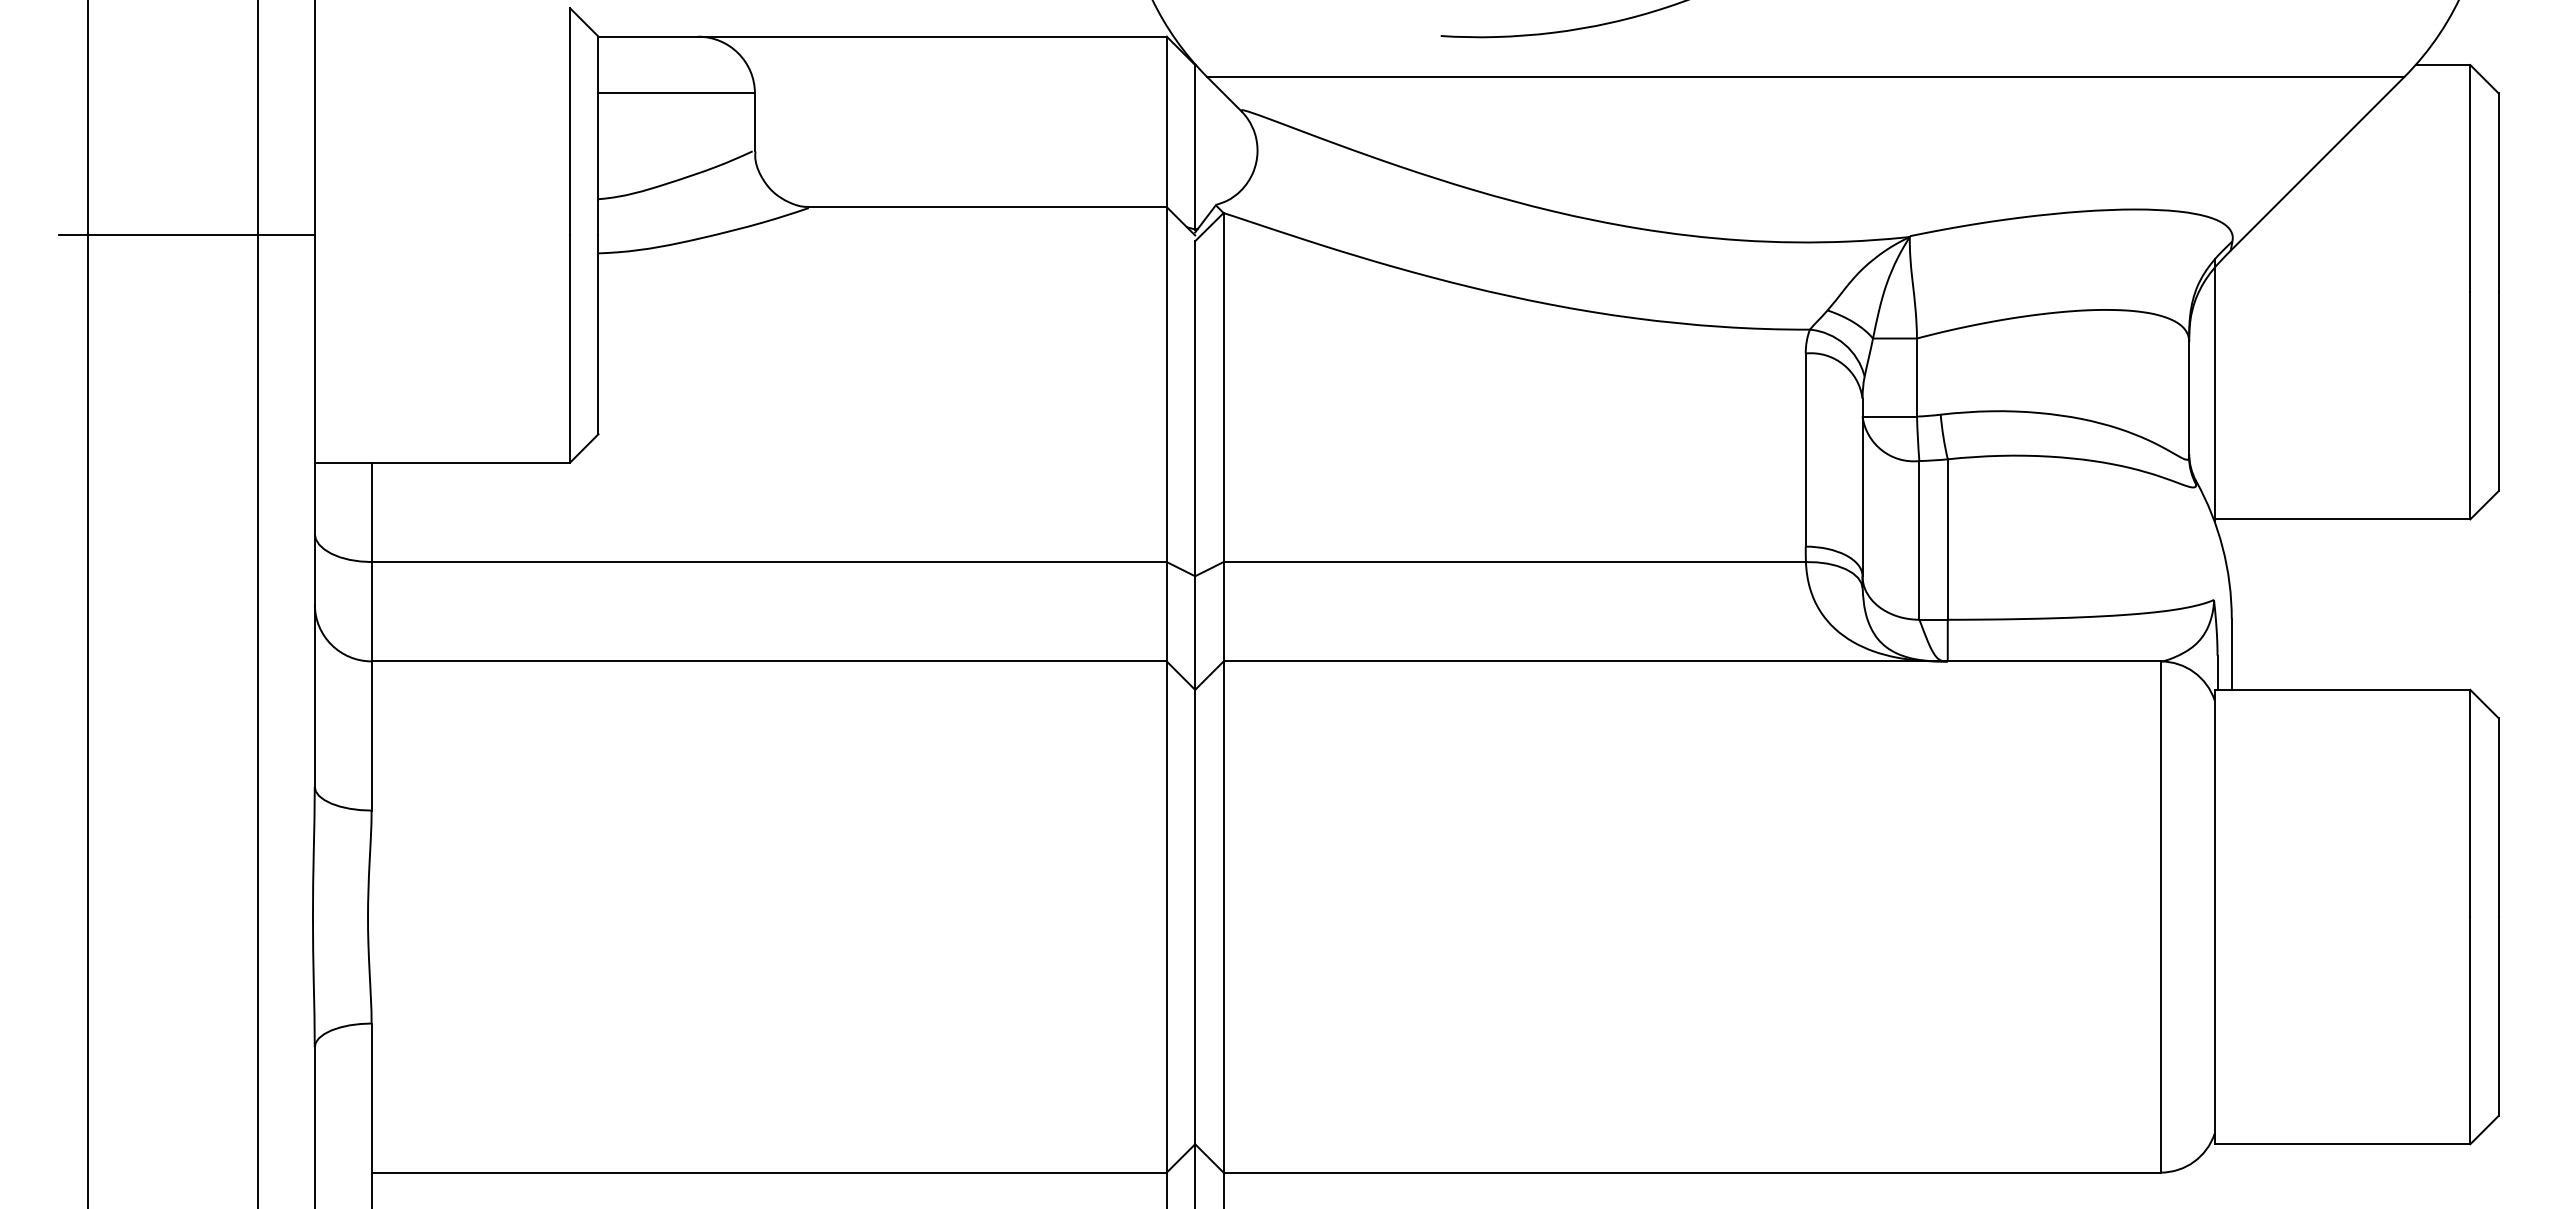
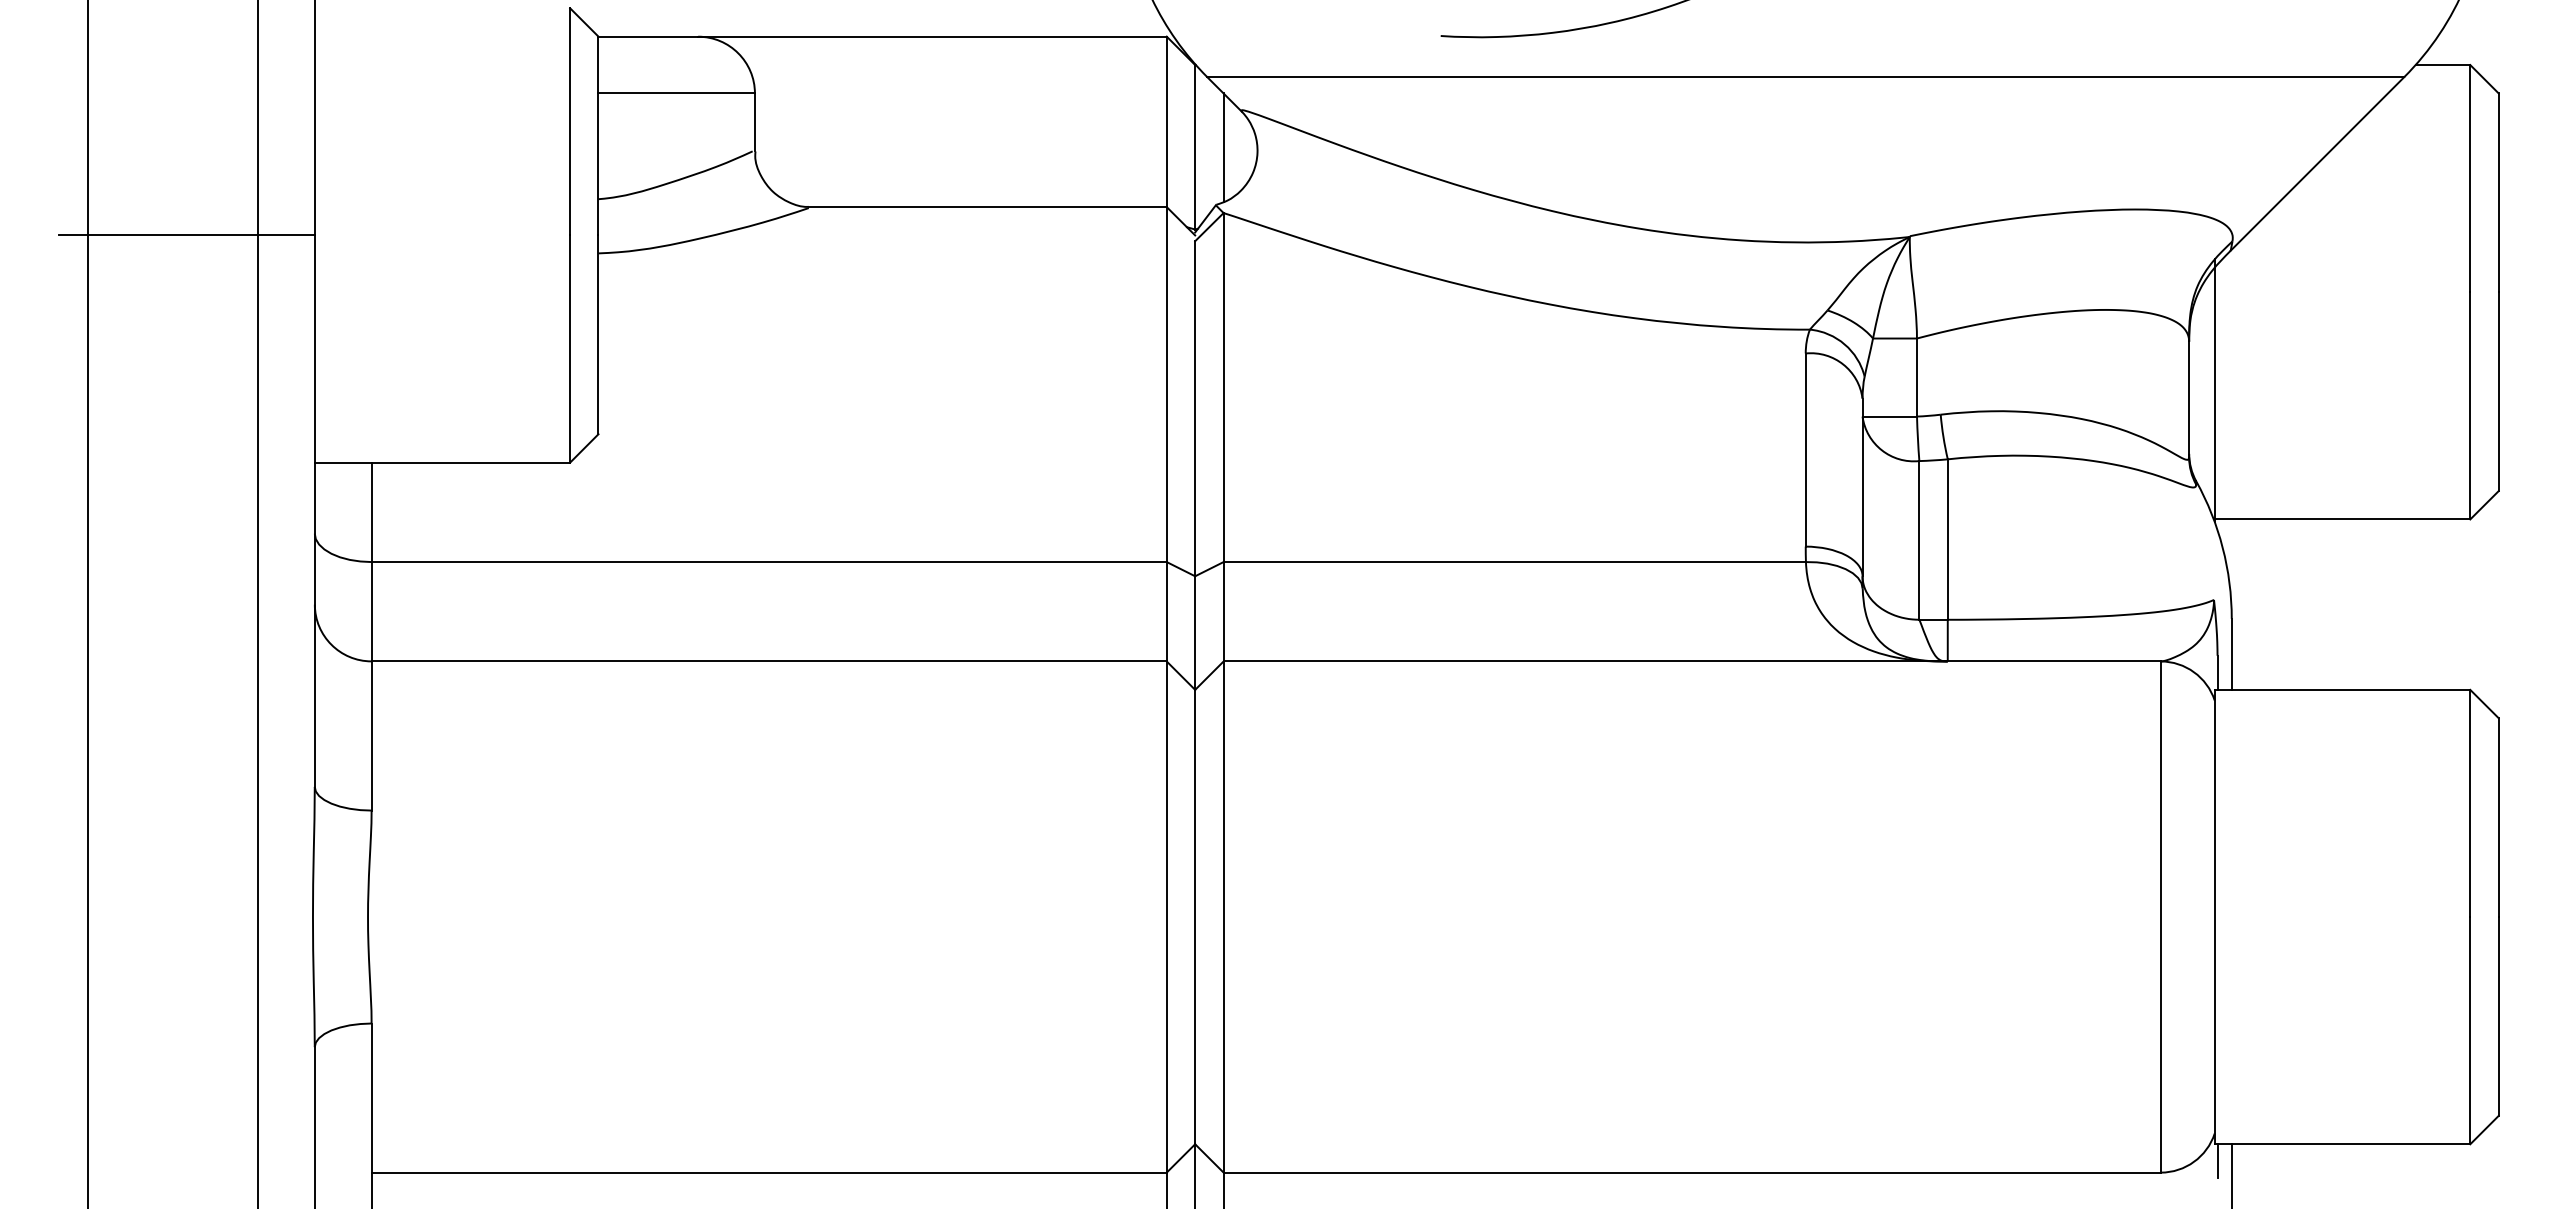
line at (1223, 147): none -> present
line at (2217, 1161): none -> present
line at (2231, 1174): none -> present
